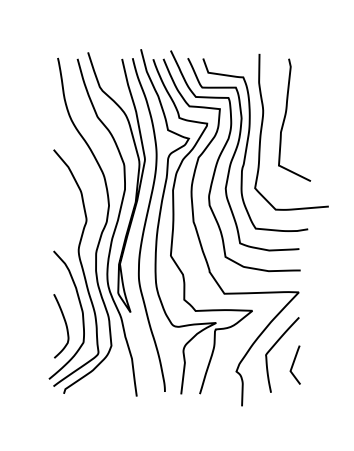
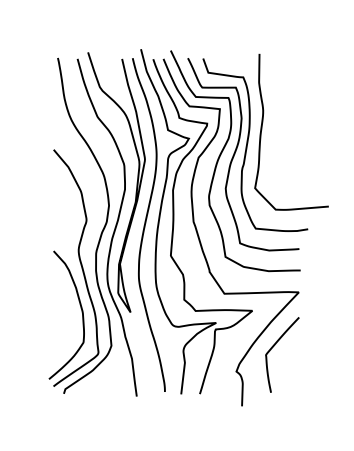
curve at (286, 115): present -> none
curve at (65, 326): present -> none
curve at (294, 363): present -> none
